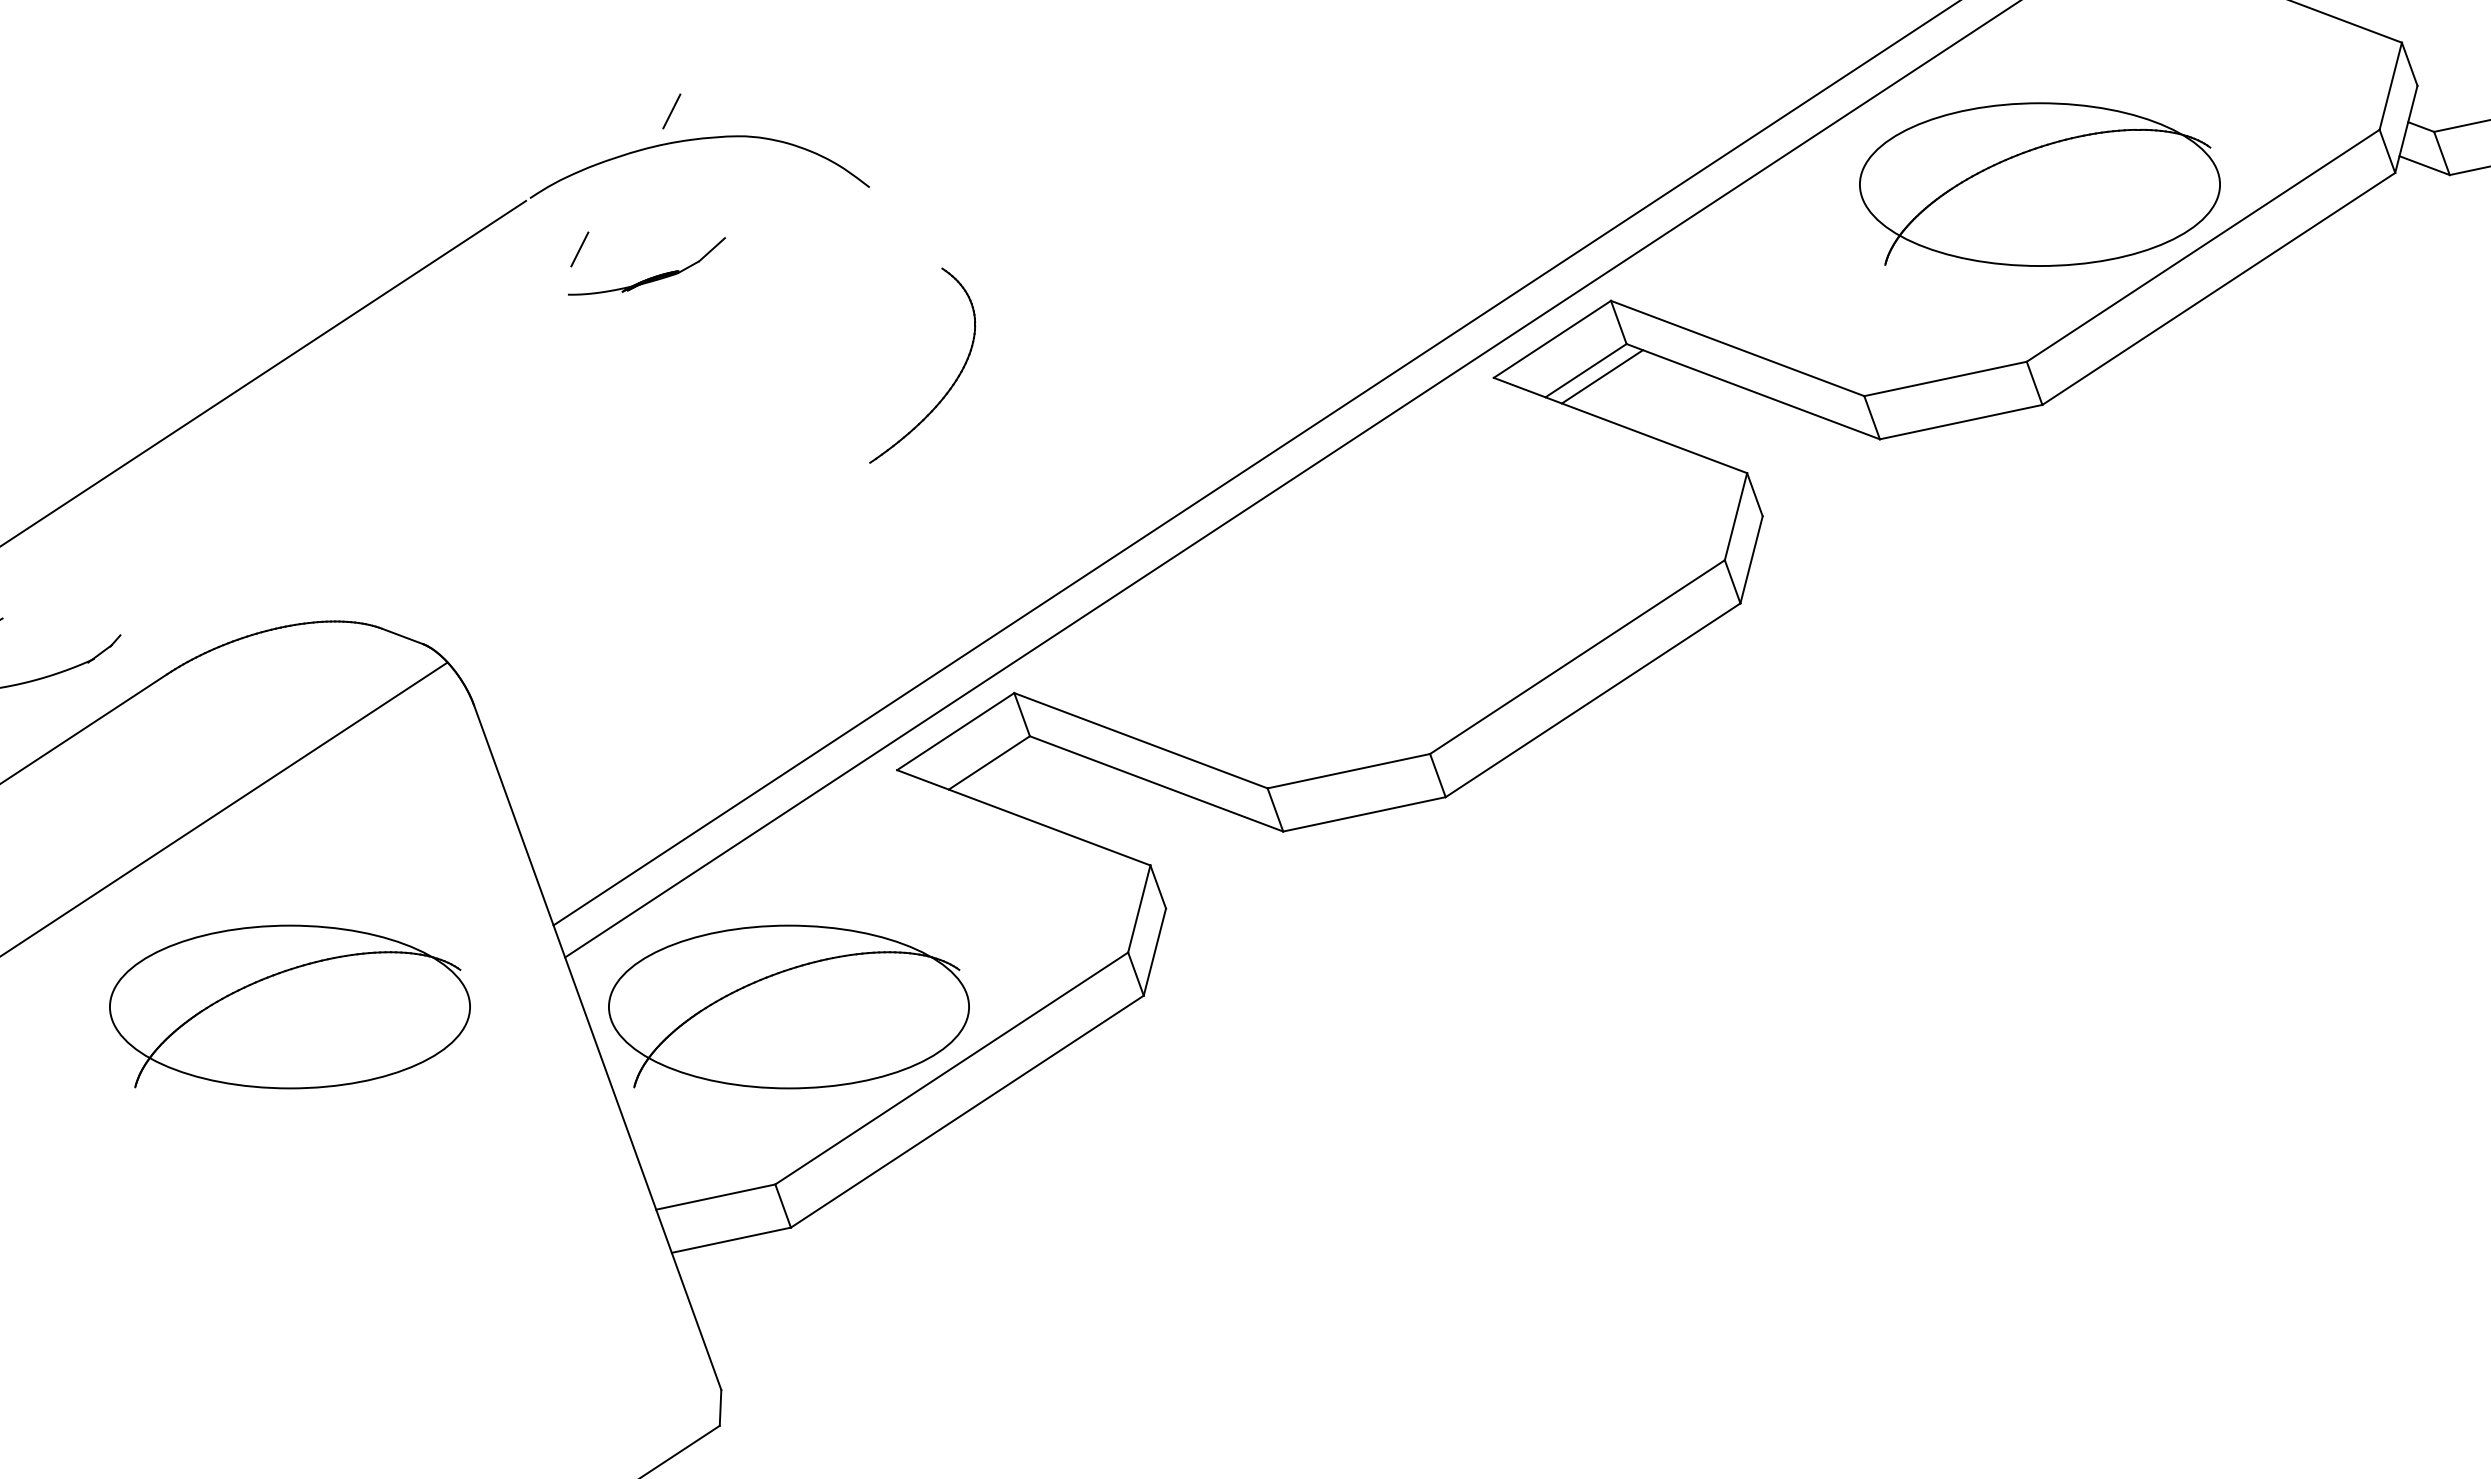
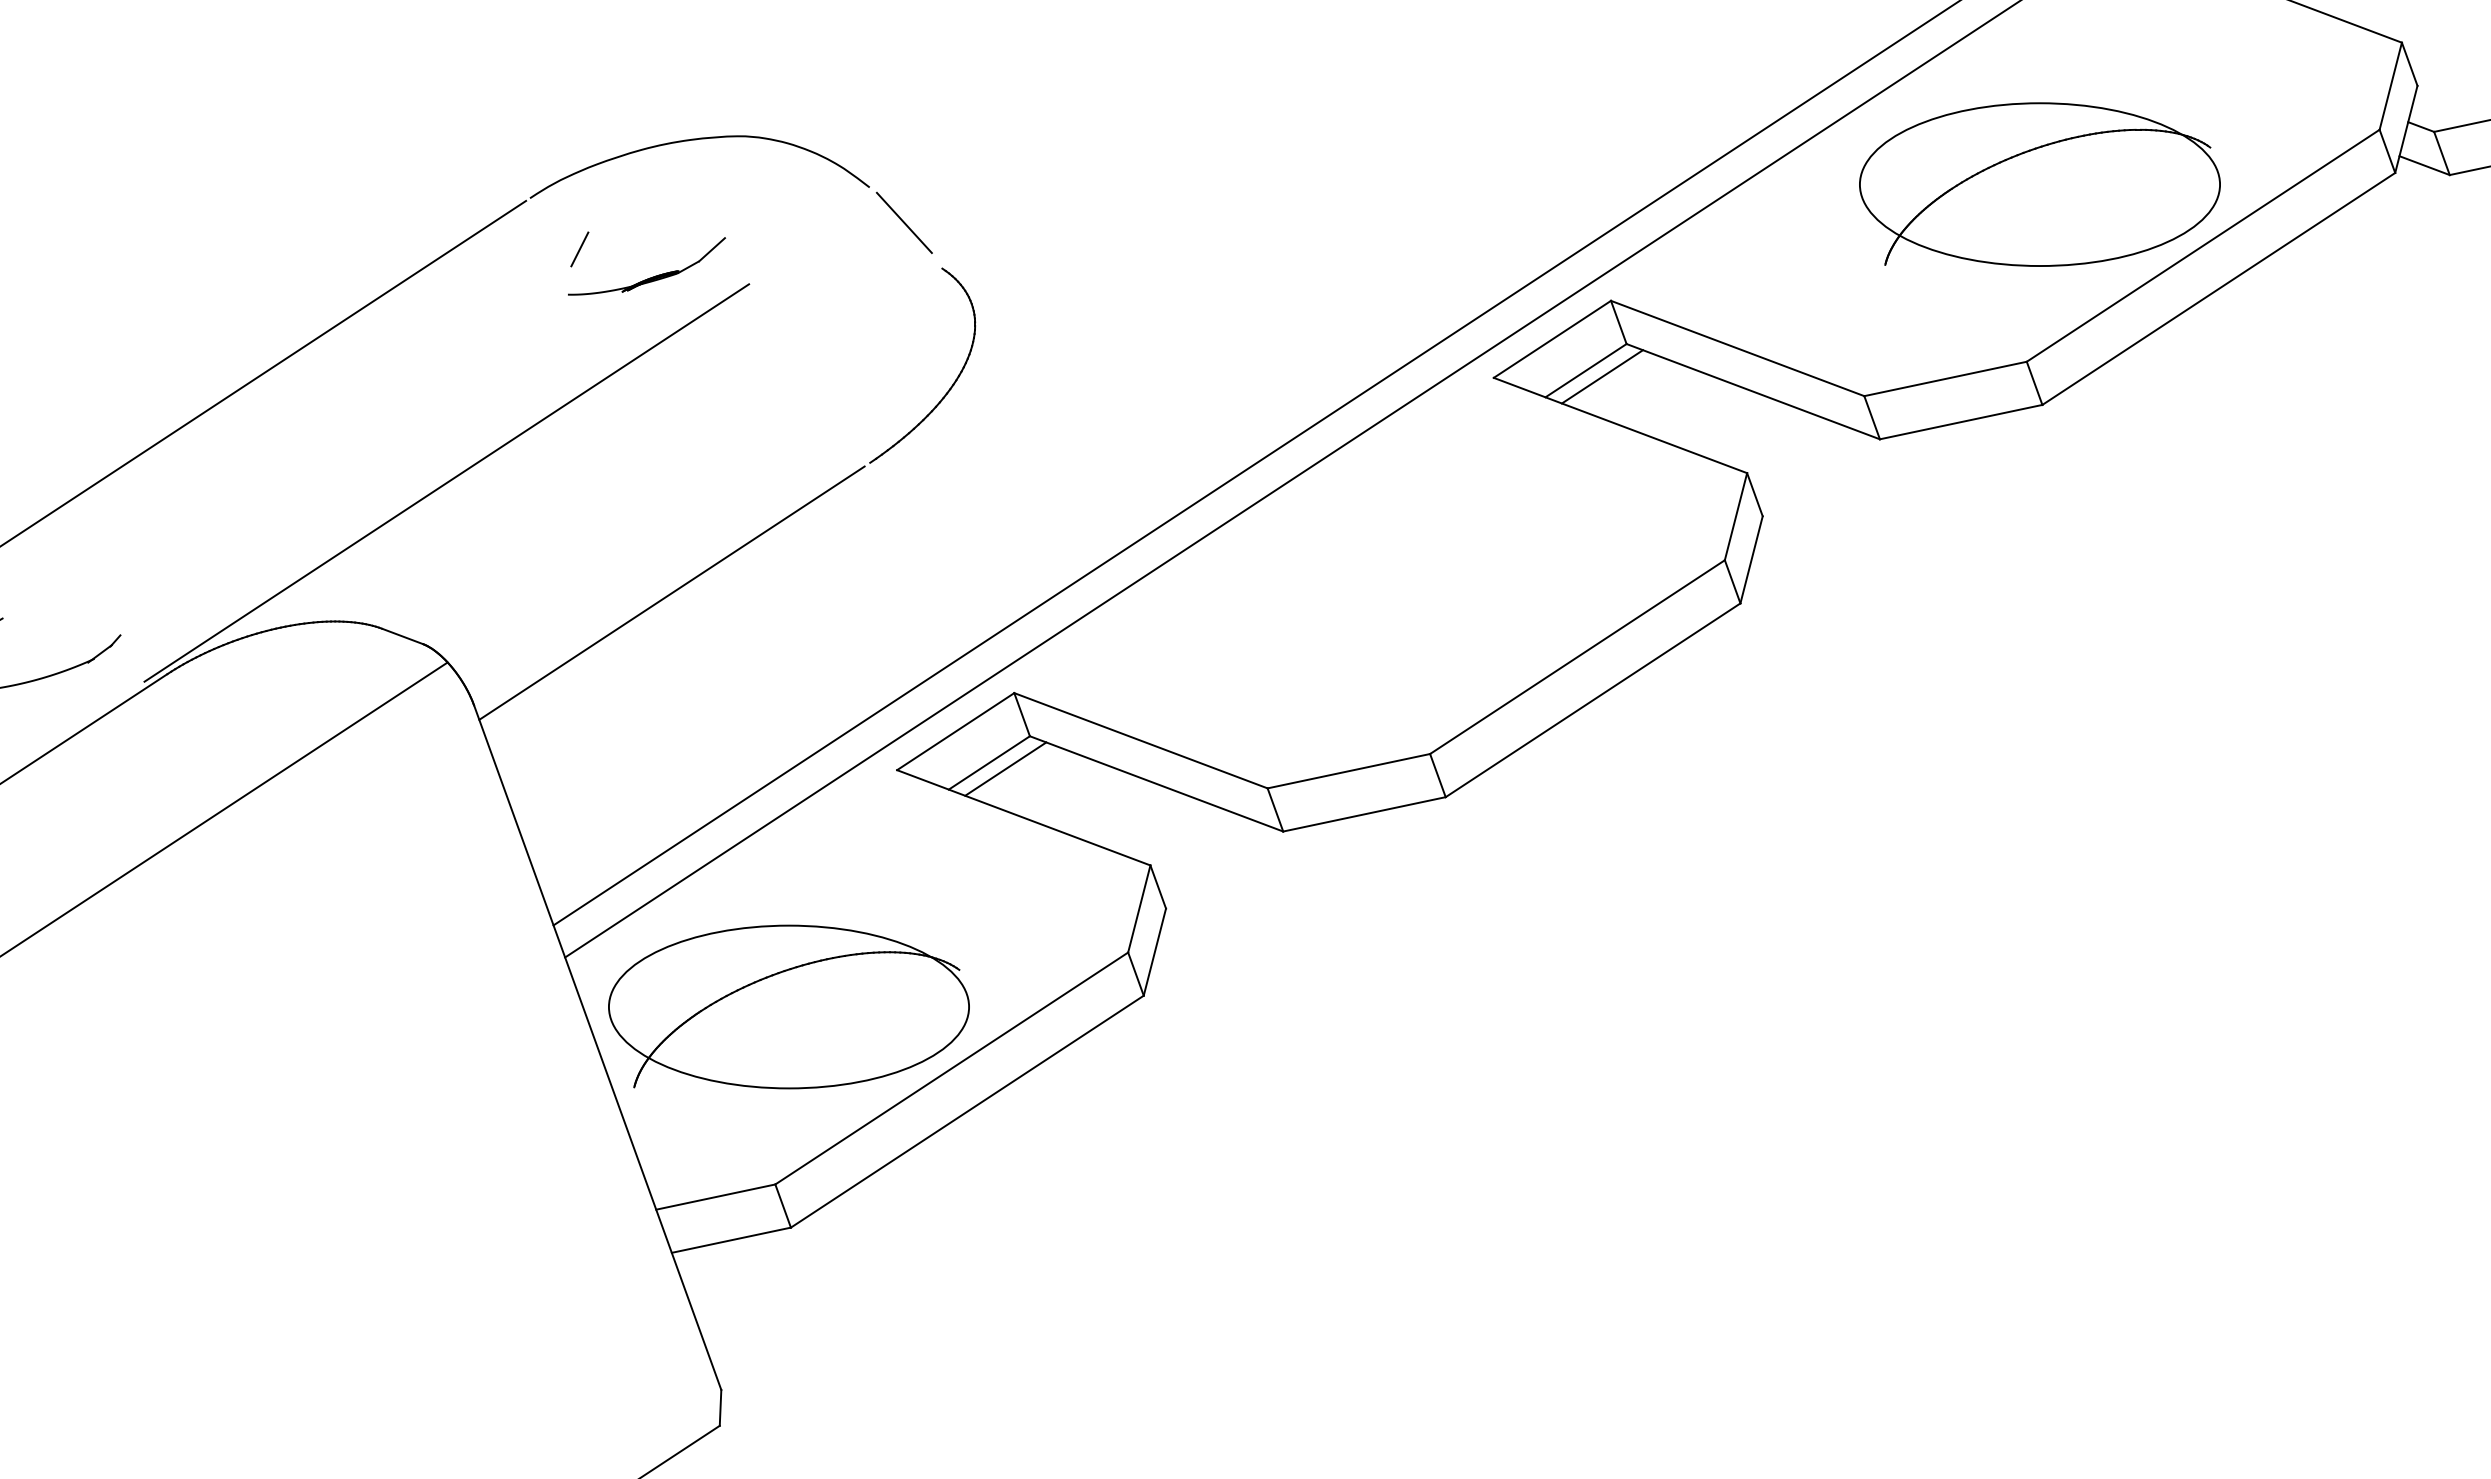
line at (671, 111): present -> none
line at (903, 222): none -> present
line at (446, 482): none -> present
line at (671, 592): none -> present
line at (1005, 768): none -> present
part at (289, 1006): present -> none
